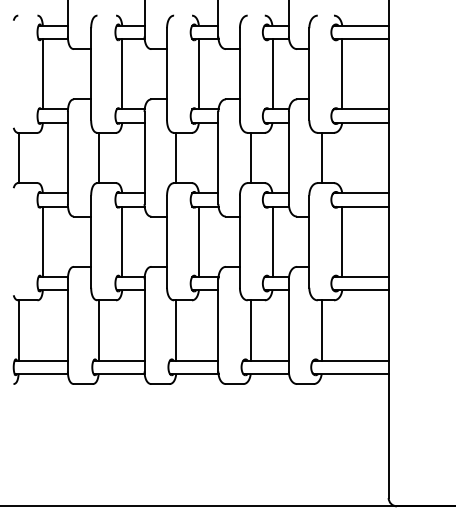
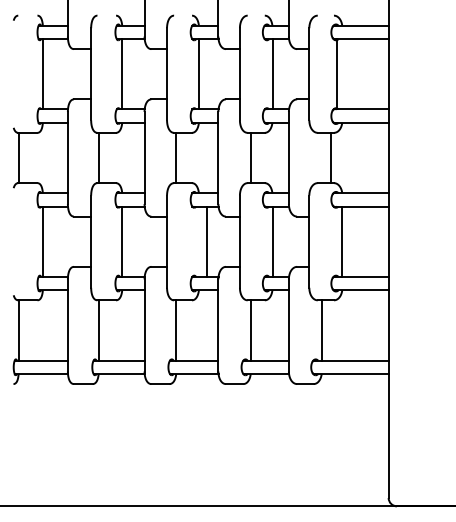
line at (342, 74) position: (342, 74) -> (337, 74)
line at (321, 157) position: (321, 157) -> (330, 157)
line at (199, 241) position: (199, 241) -> (207, 241)
